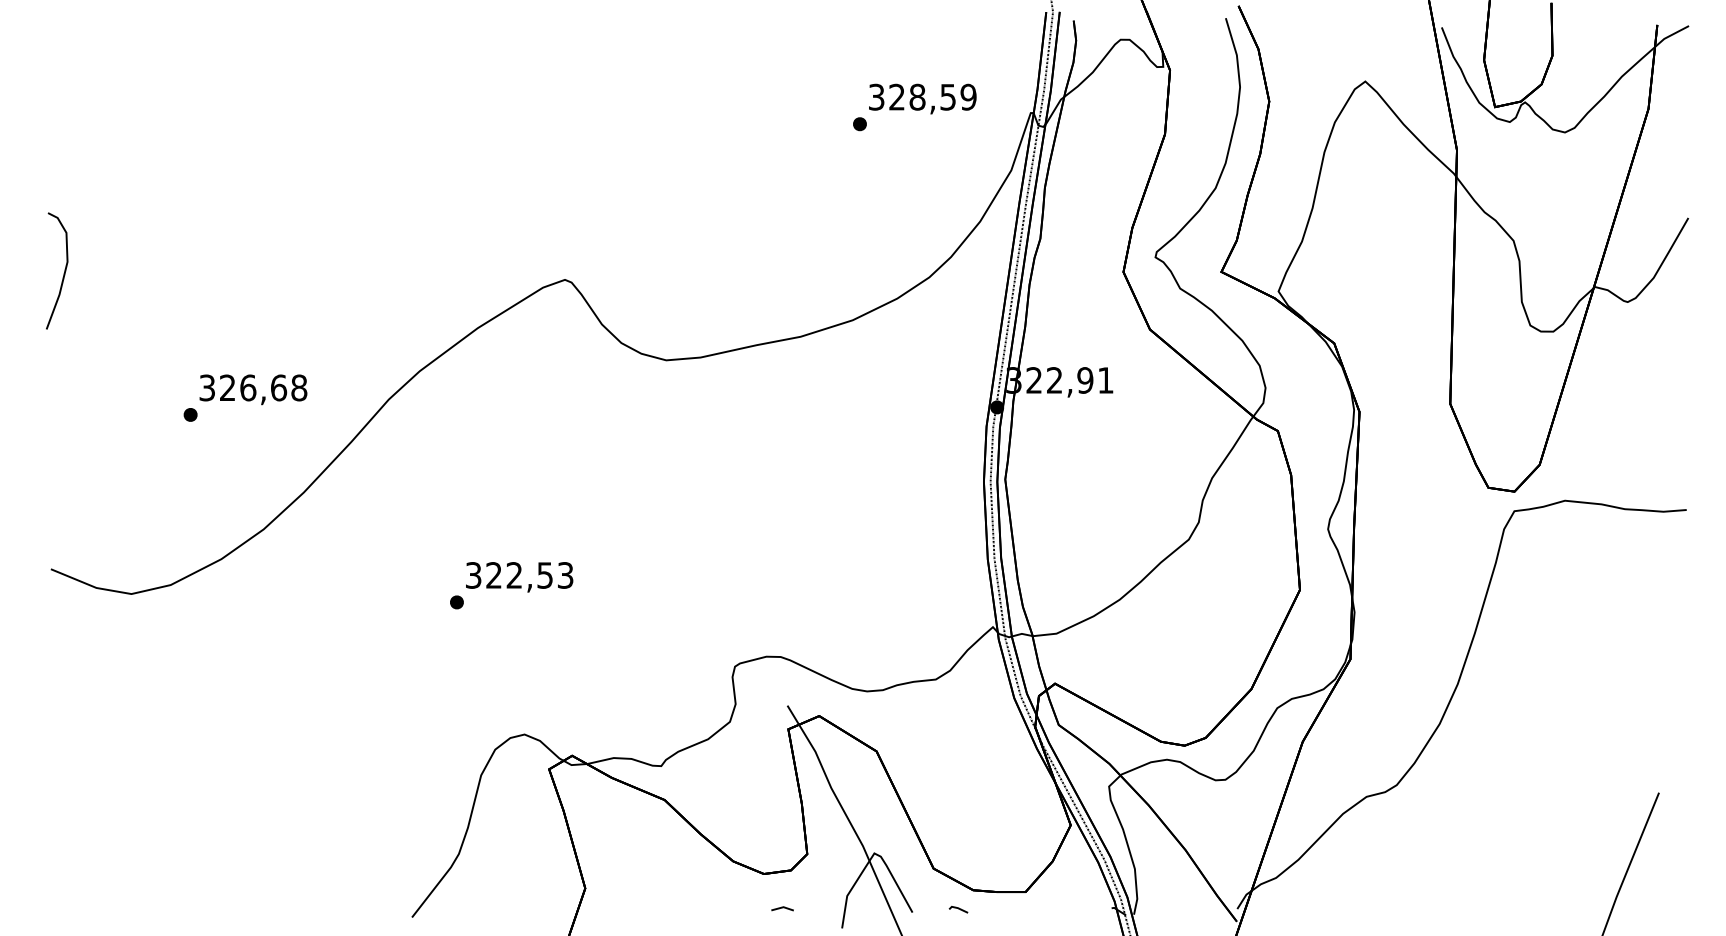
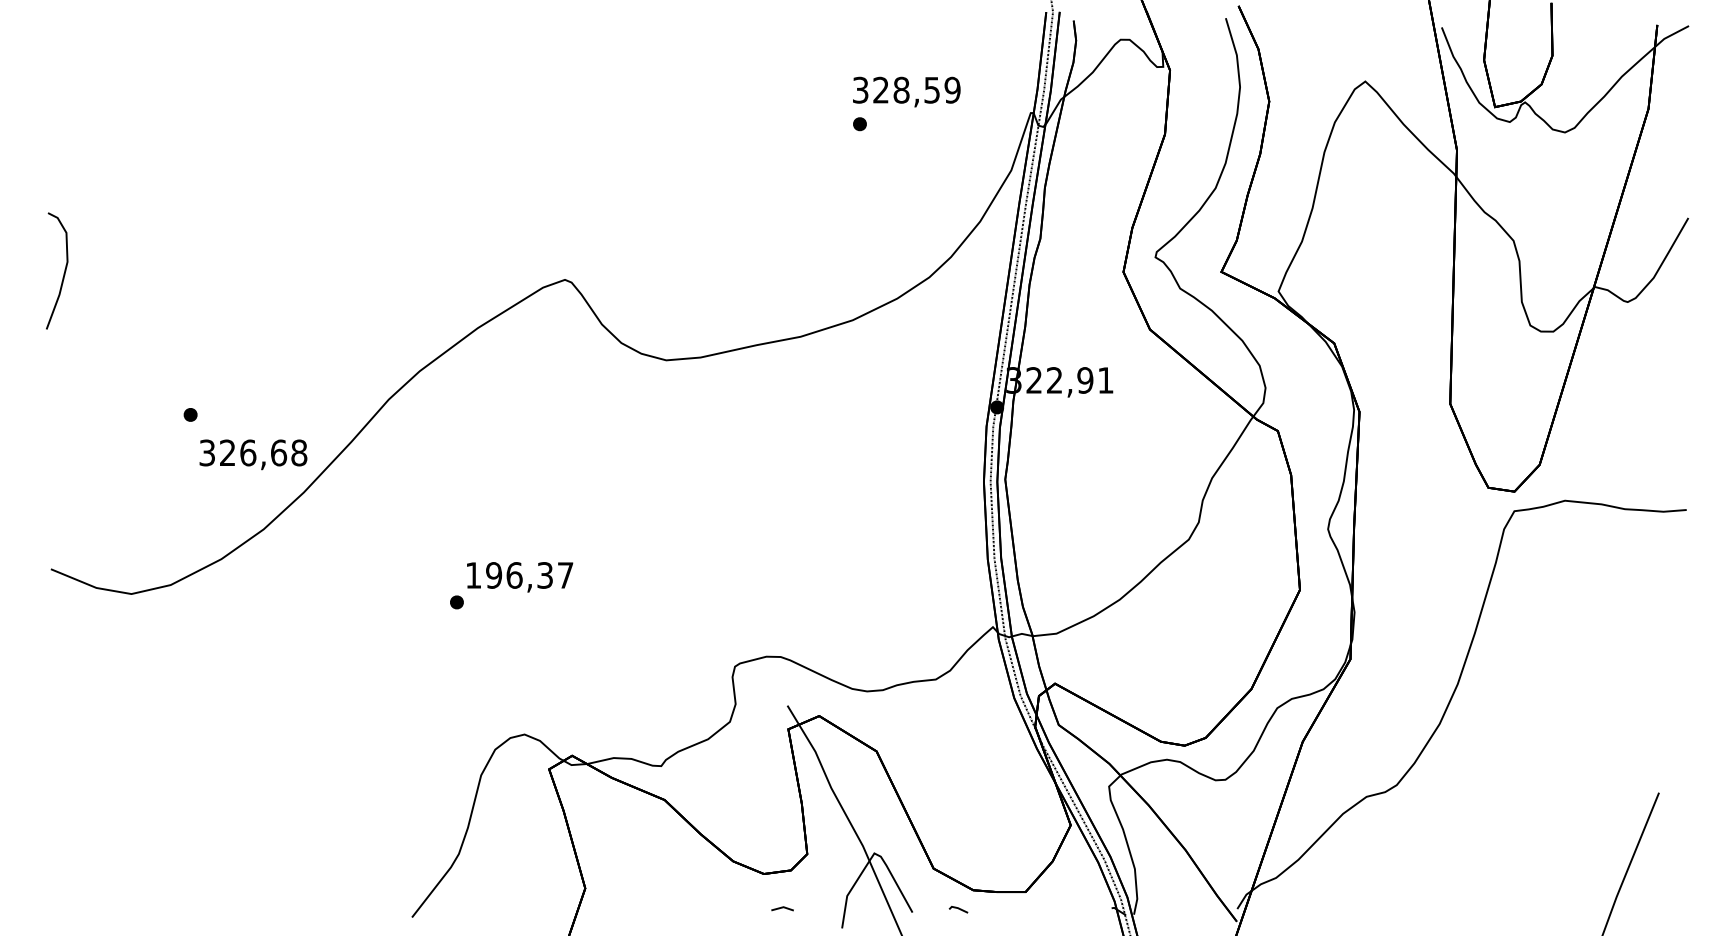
text at (922, 98) position: (922, 98) -> (906, 91)
text at (253, 389) position: (253, 389) -> (253, 454)
text at (519, 575): 322,53 -> 196,37
